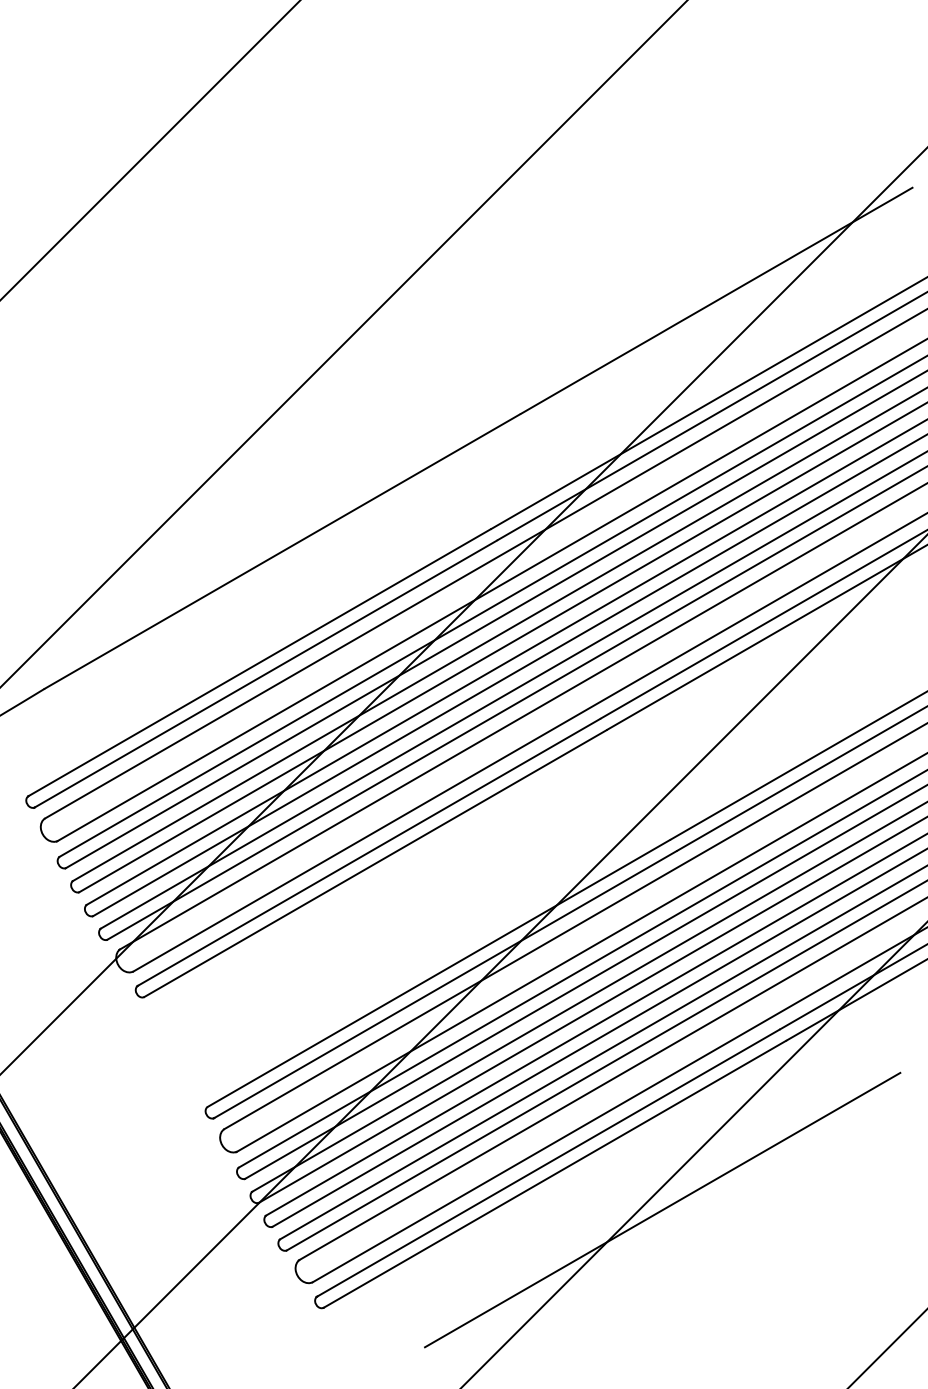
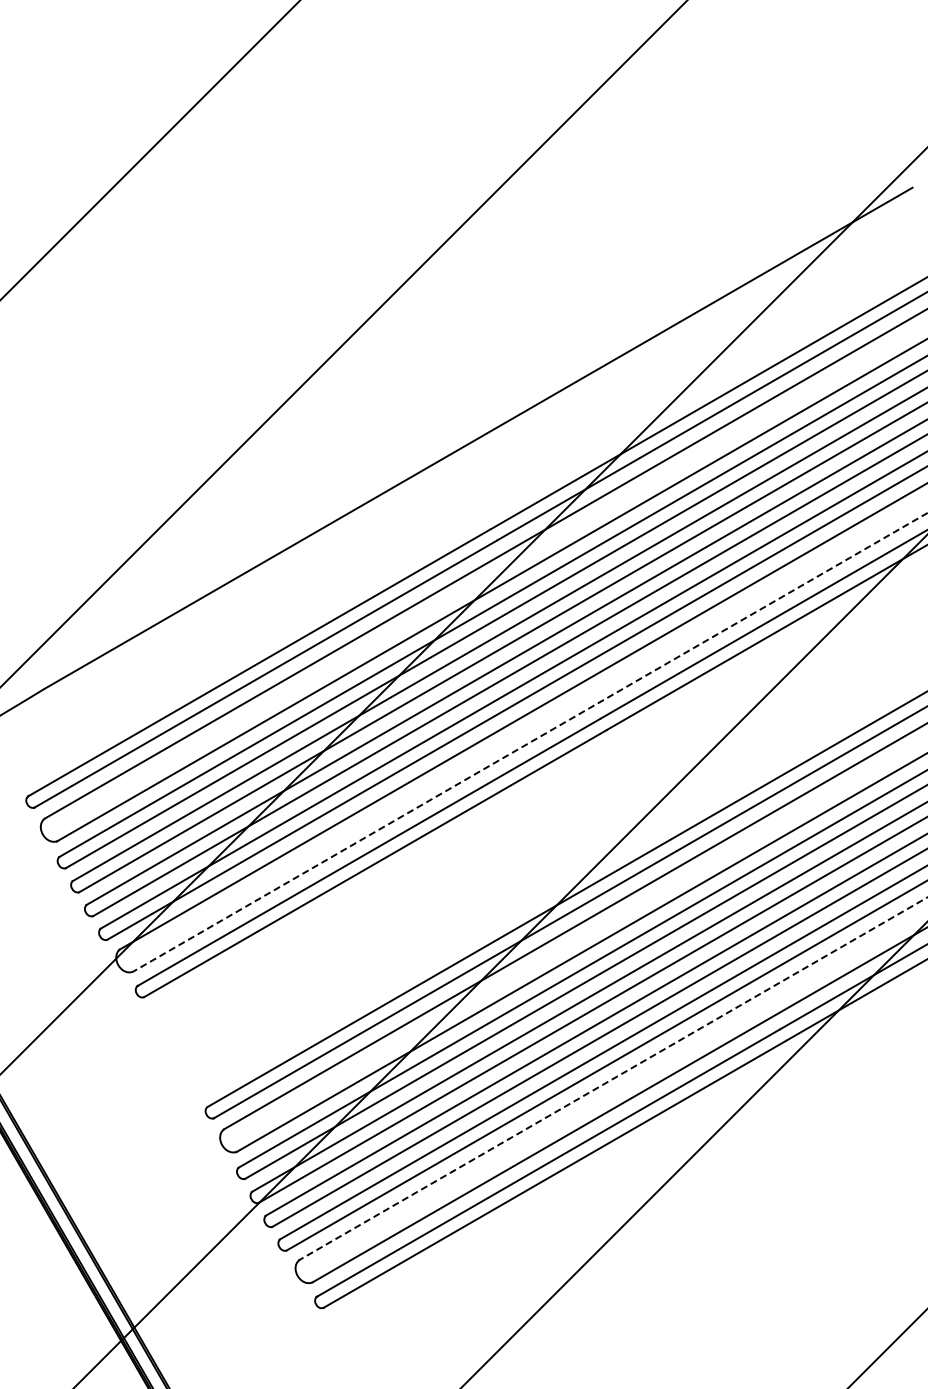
line at (530, 742): solid -> dashed
line at (612, 1079): solid -> dashed
line at (662, 1209): present -> none
